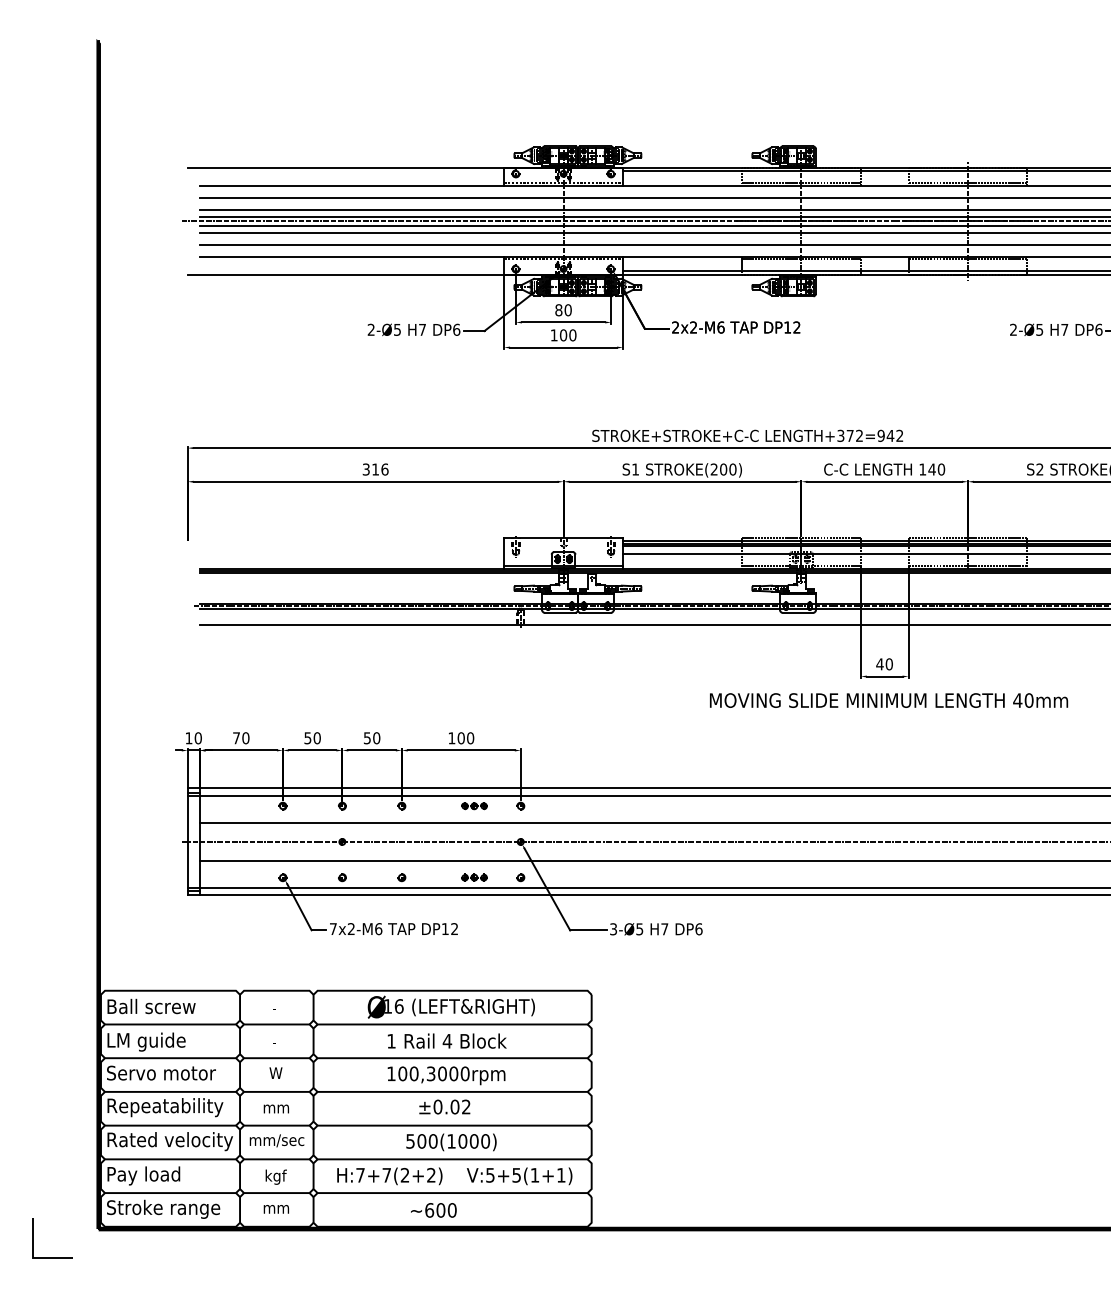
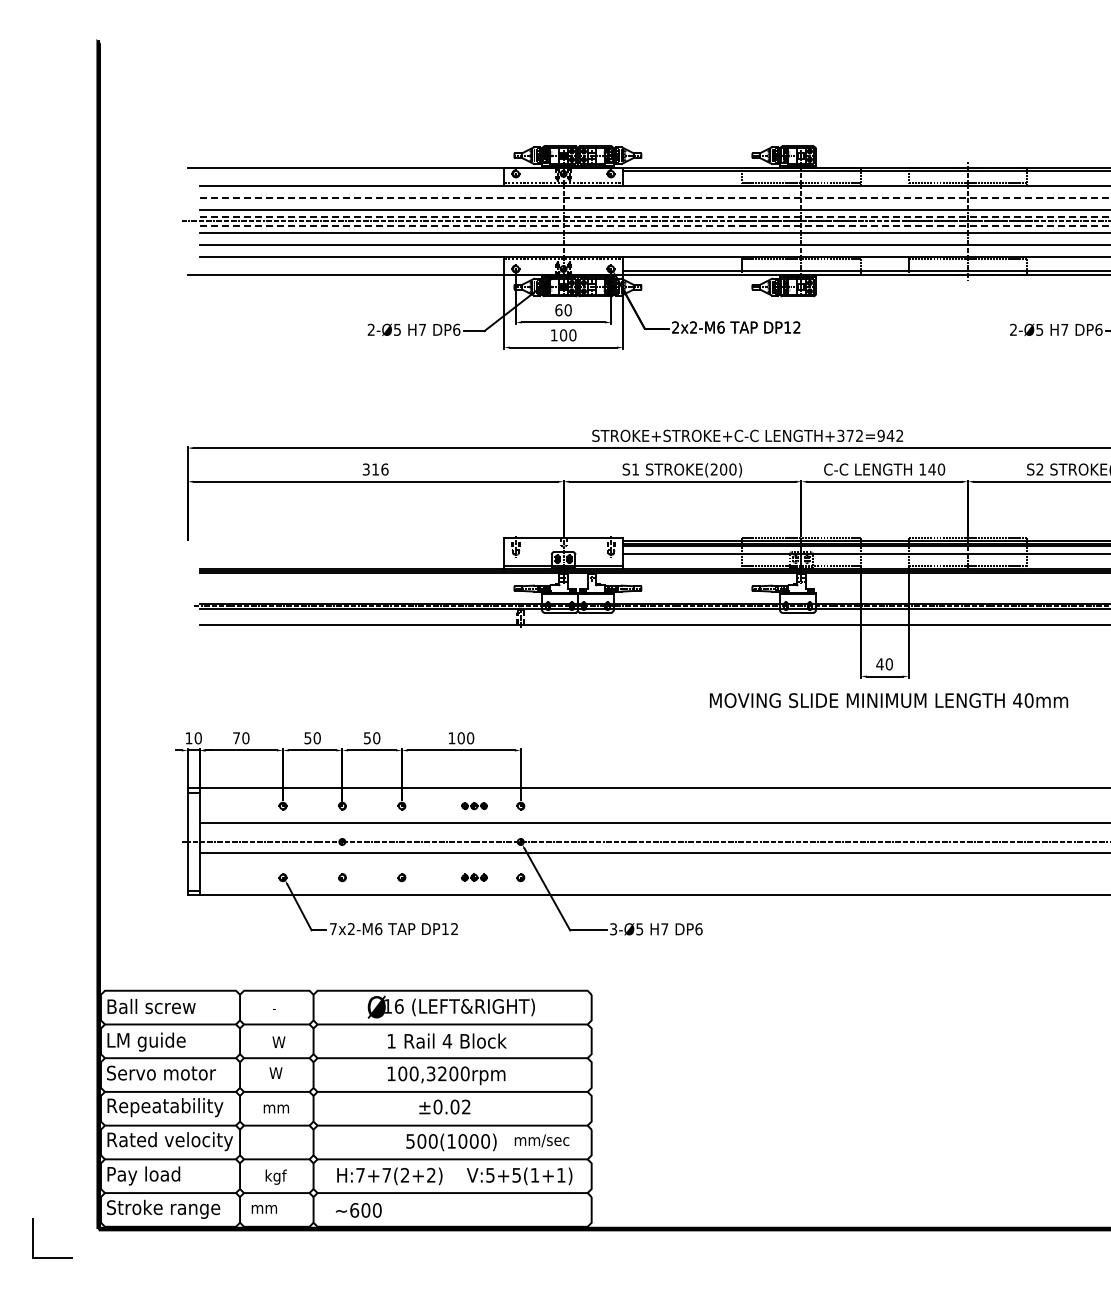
line at (654, 197): solid -> dashed
line at (654, 216): solid -> dashed
line at (654, 226): solid -> dashed
text at (558, 310): 80 -> 60
line at (647, 795): present -> none
line at (653, 860) position: (653, 860) -> (653, 852)
line at (647, 888): present -> none
text at (278, 1041): - -> W
text at (442, 1073): 100,3000rpm -> 100,3200rpm
text at (276, 1140) position: (276, 1140) -> (541, 1140)
text at (275, 1209) position: (275, 1209) -> (263, 1209)
text at (433, 1210) position: (433, 1210) -> (358, 1210)
